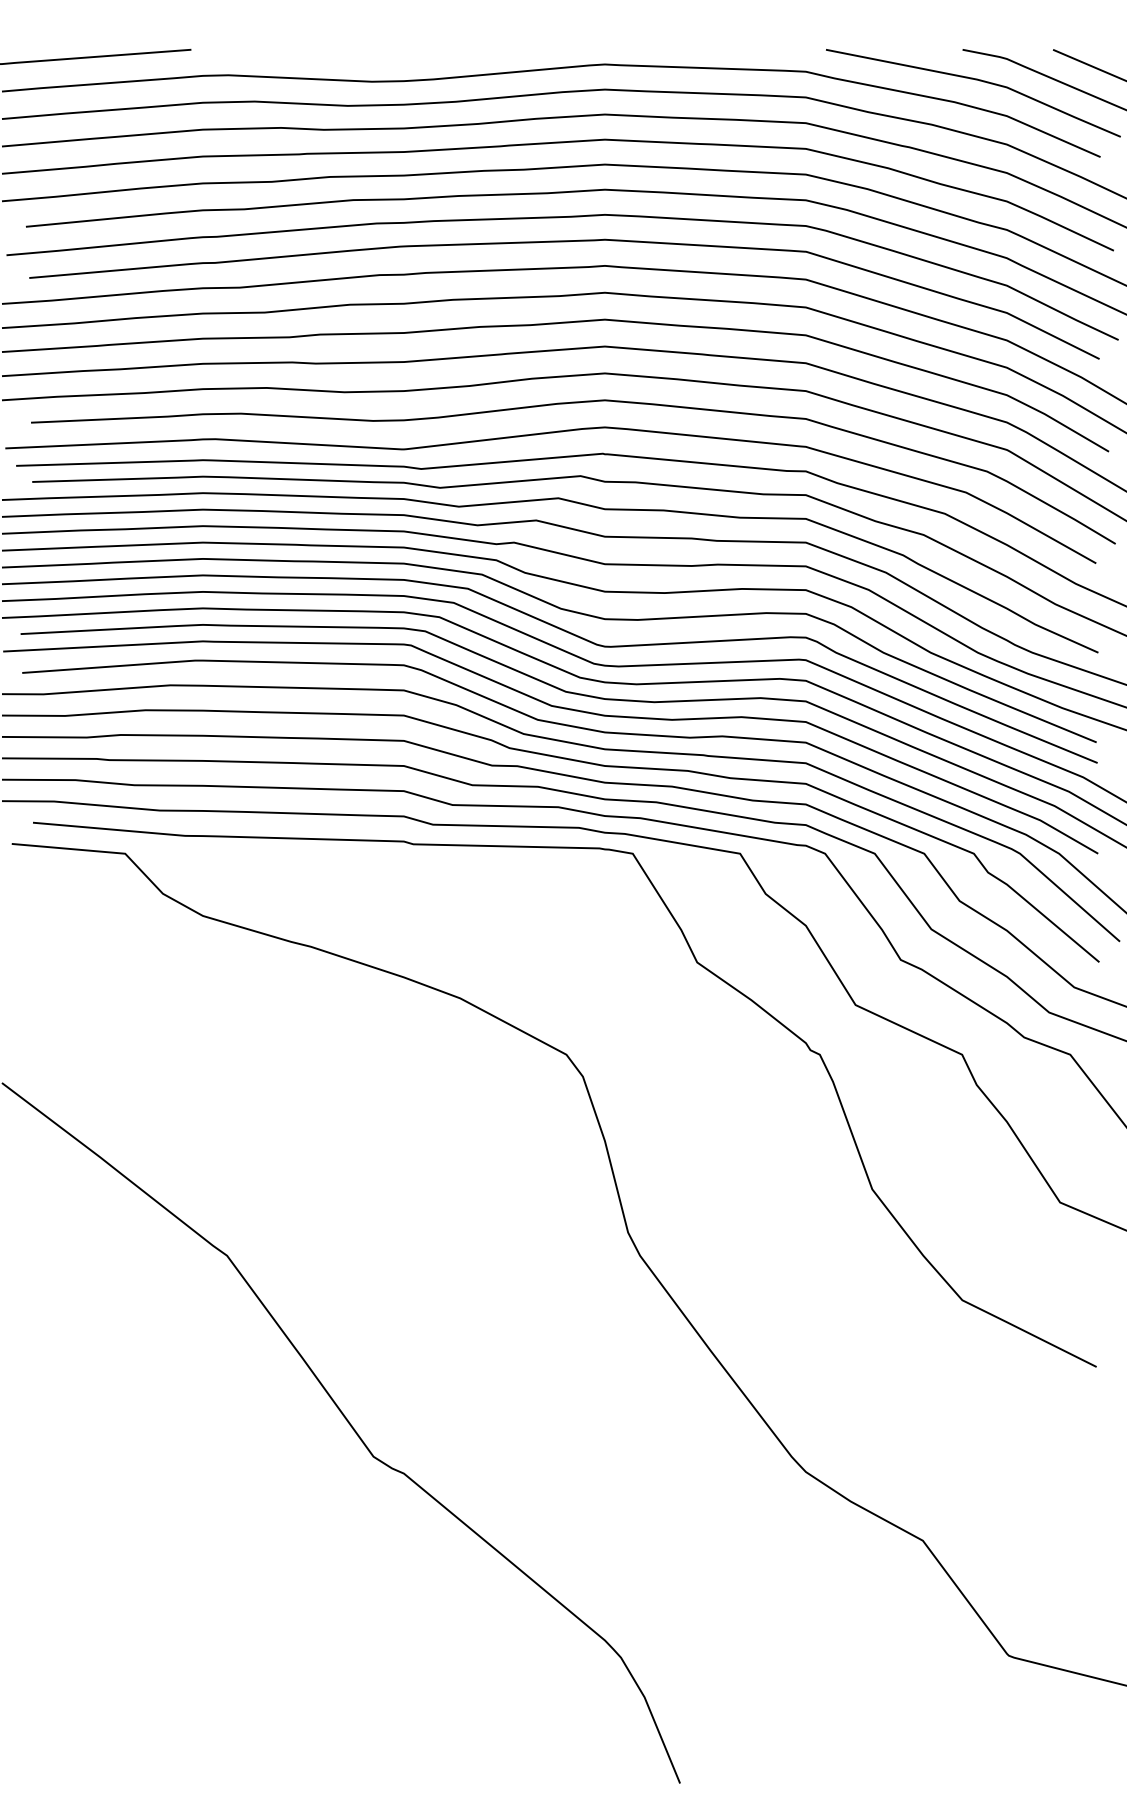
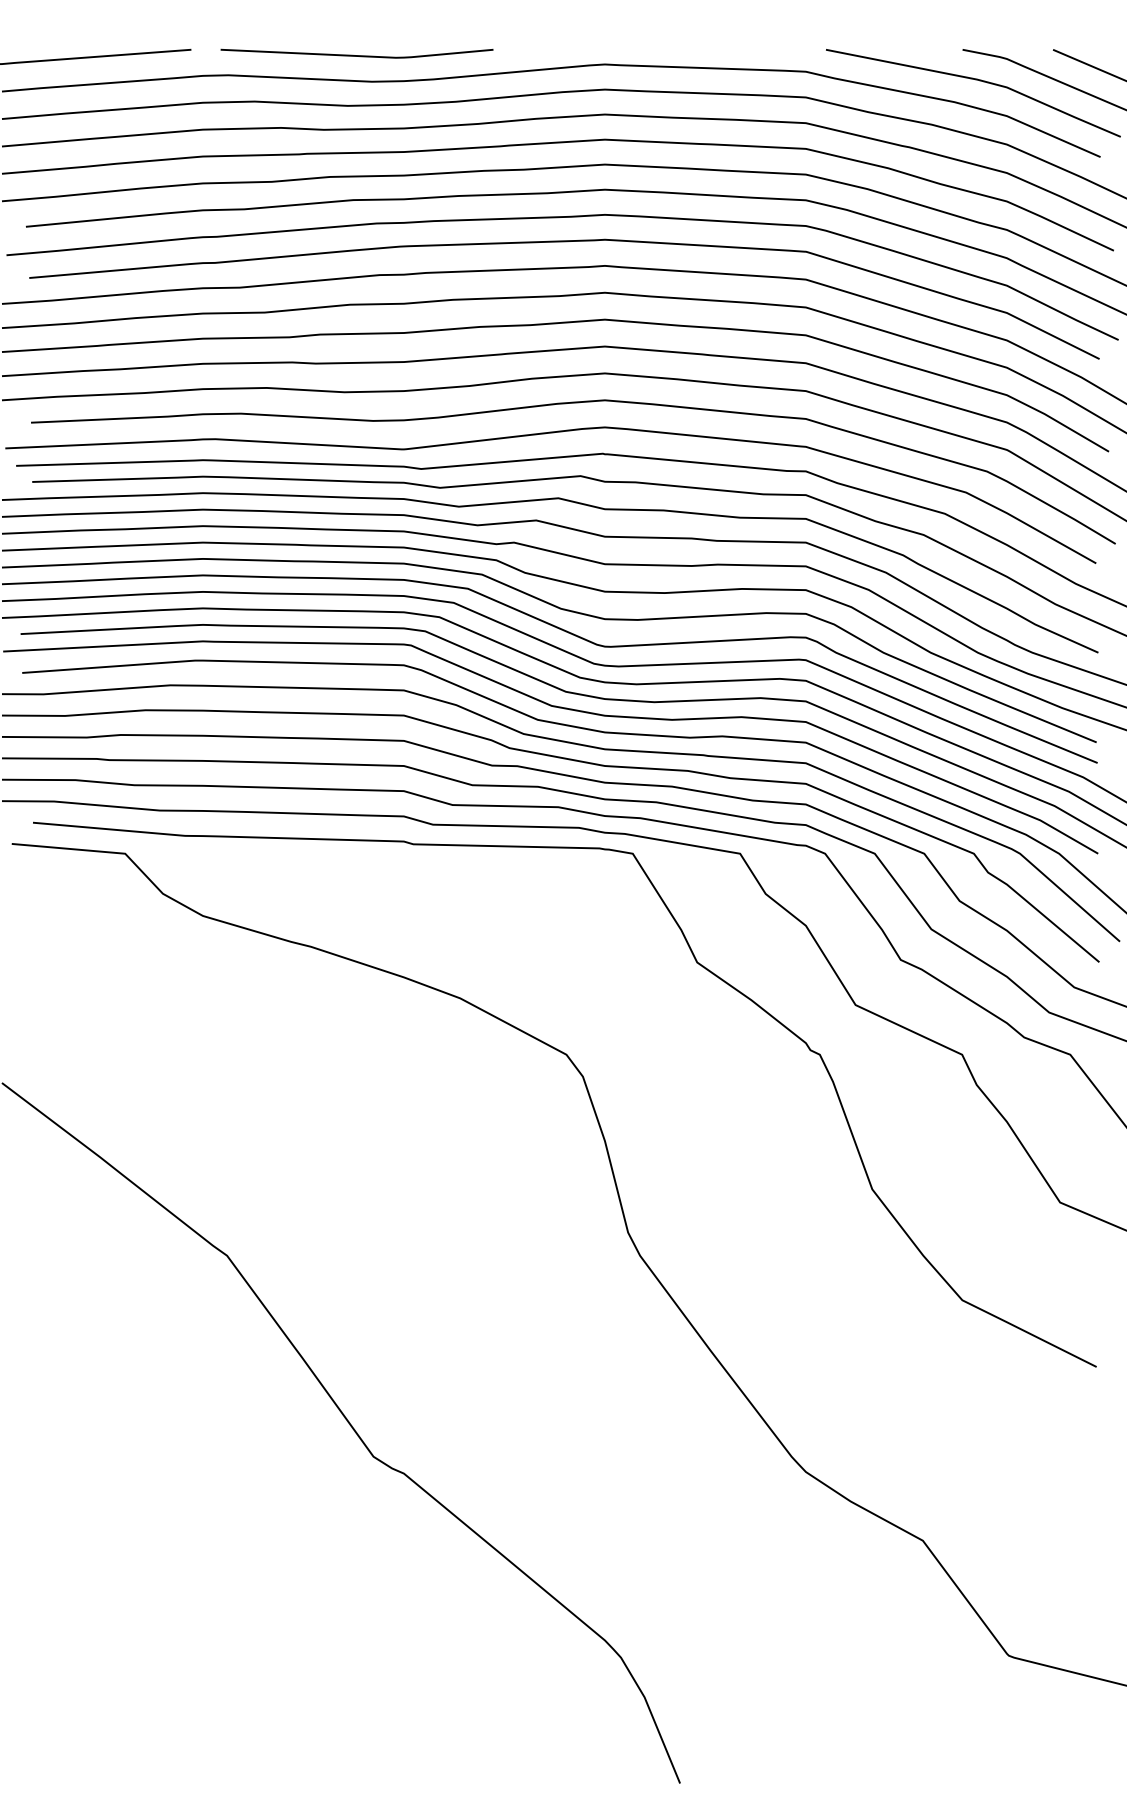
line at (356, 55): none -> present
